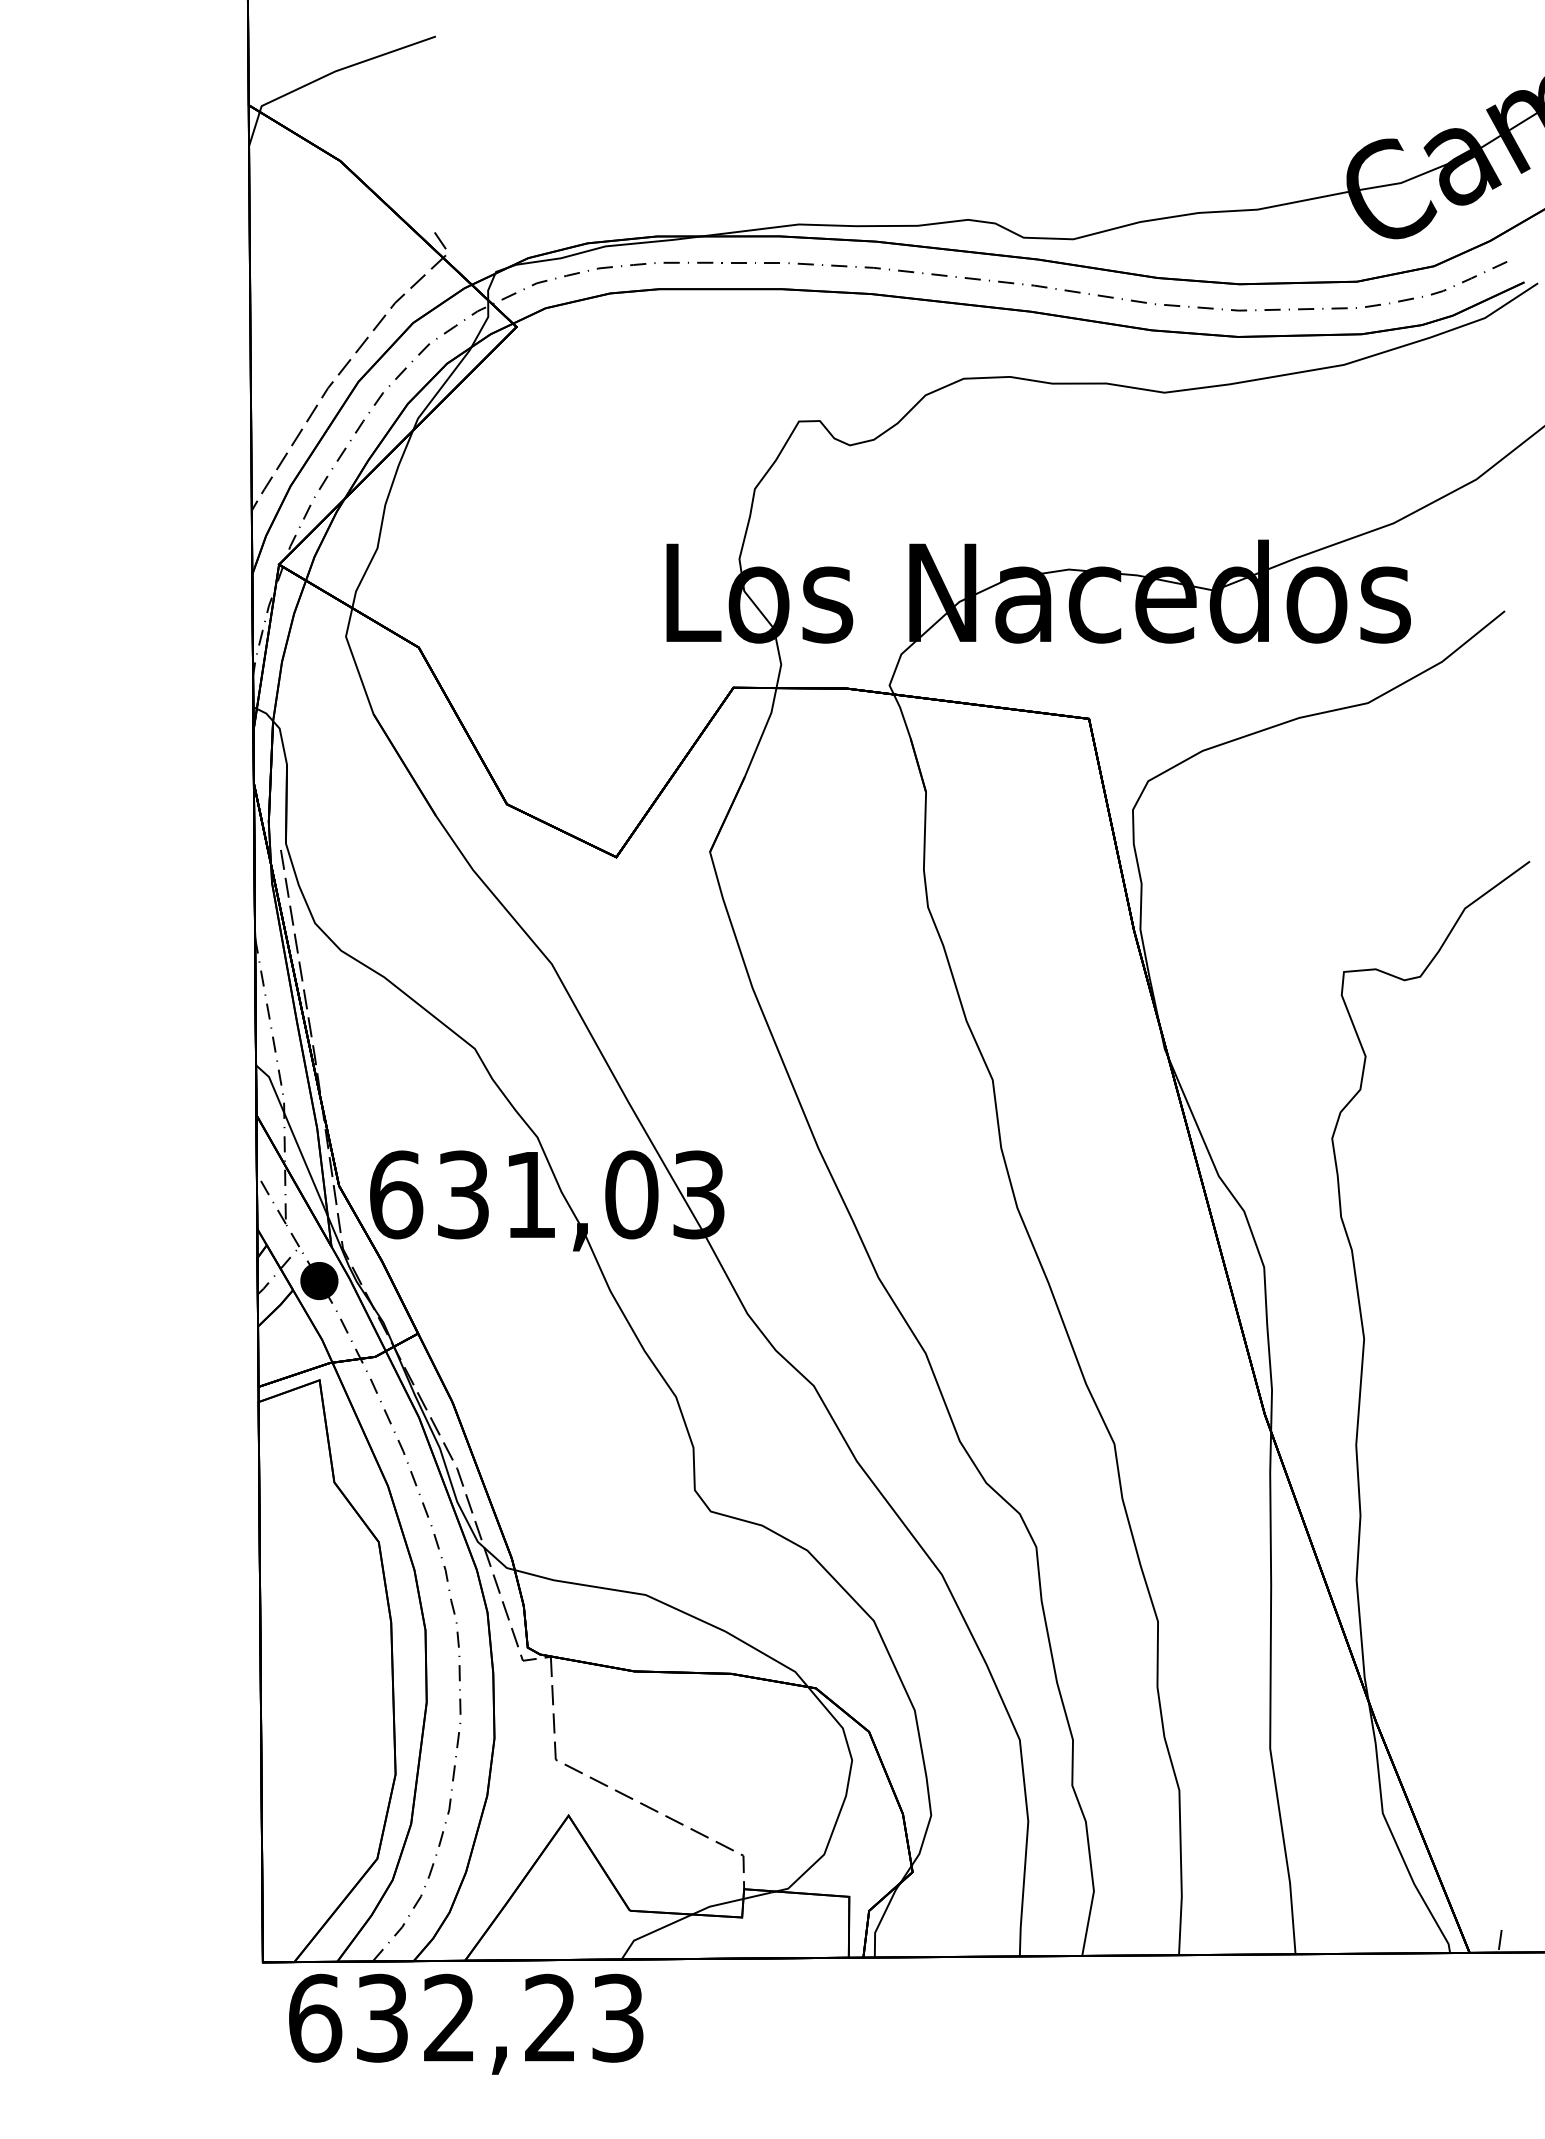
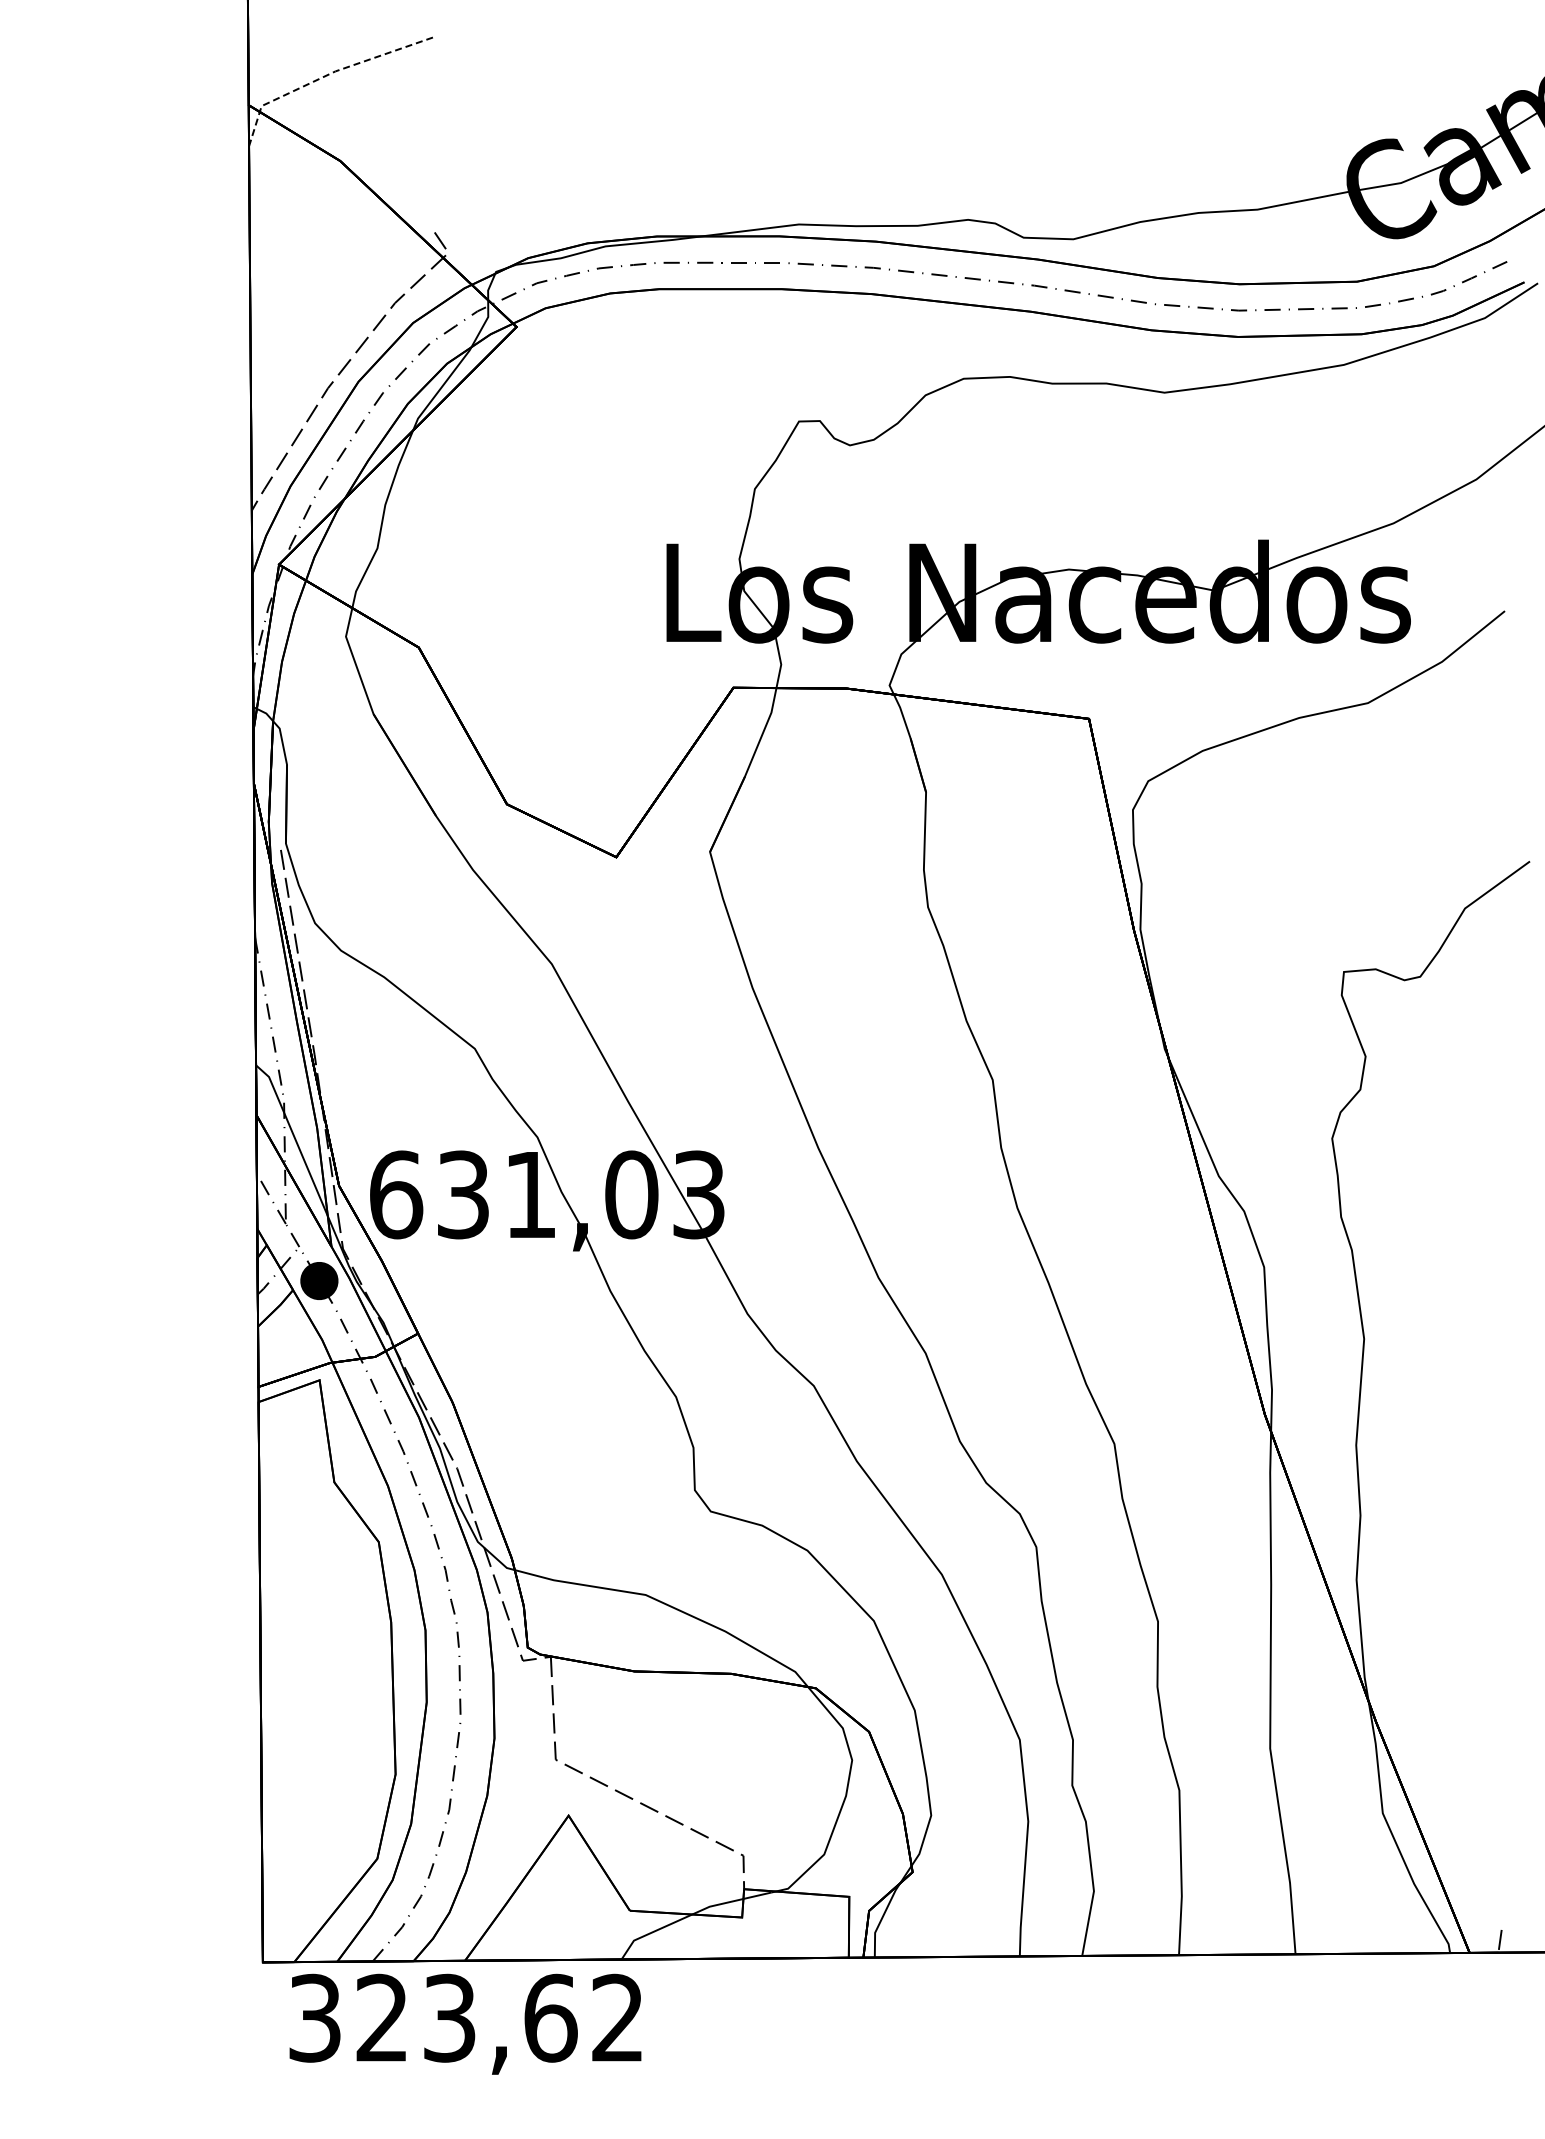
line at (327, 75): solid -> dashed
text at (466, 2017): 632,23 -> 323,62
